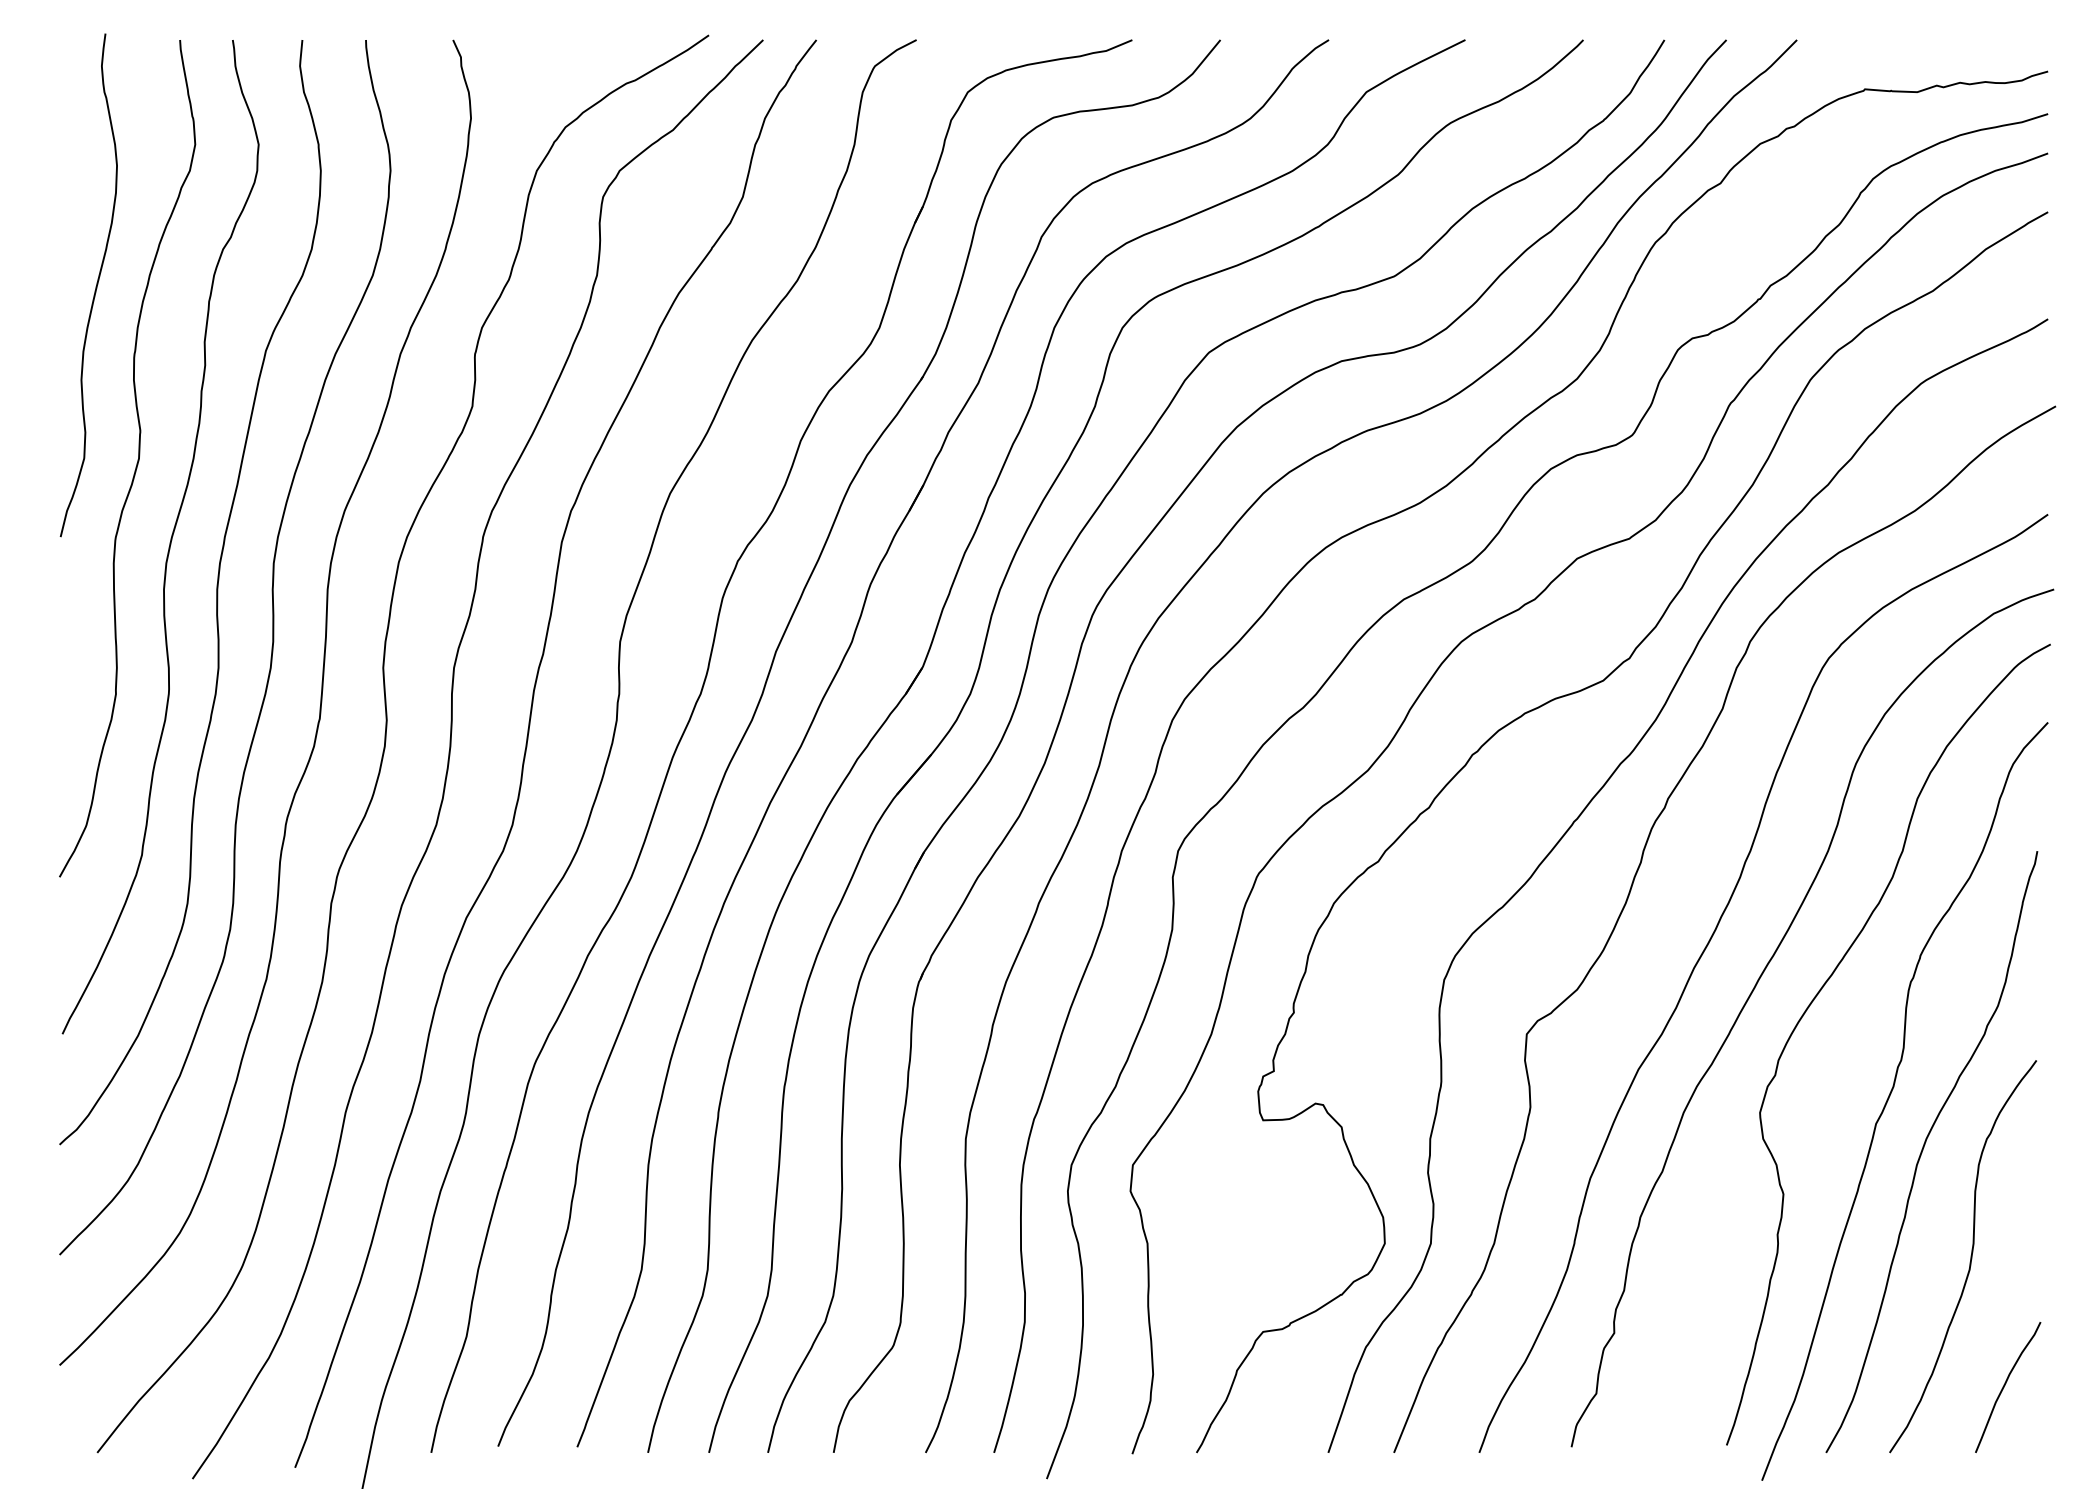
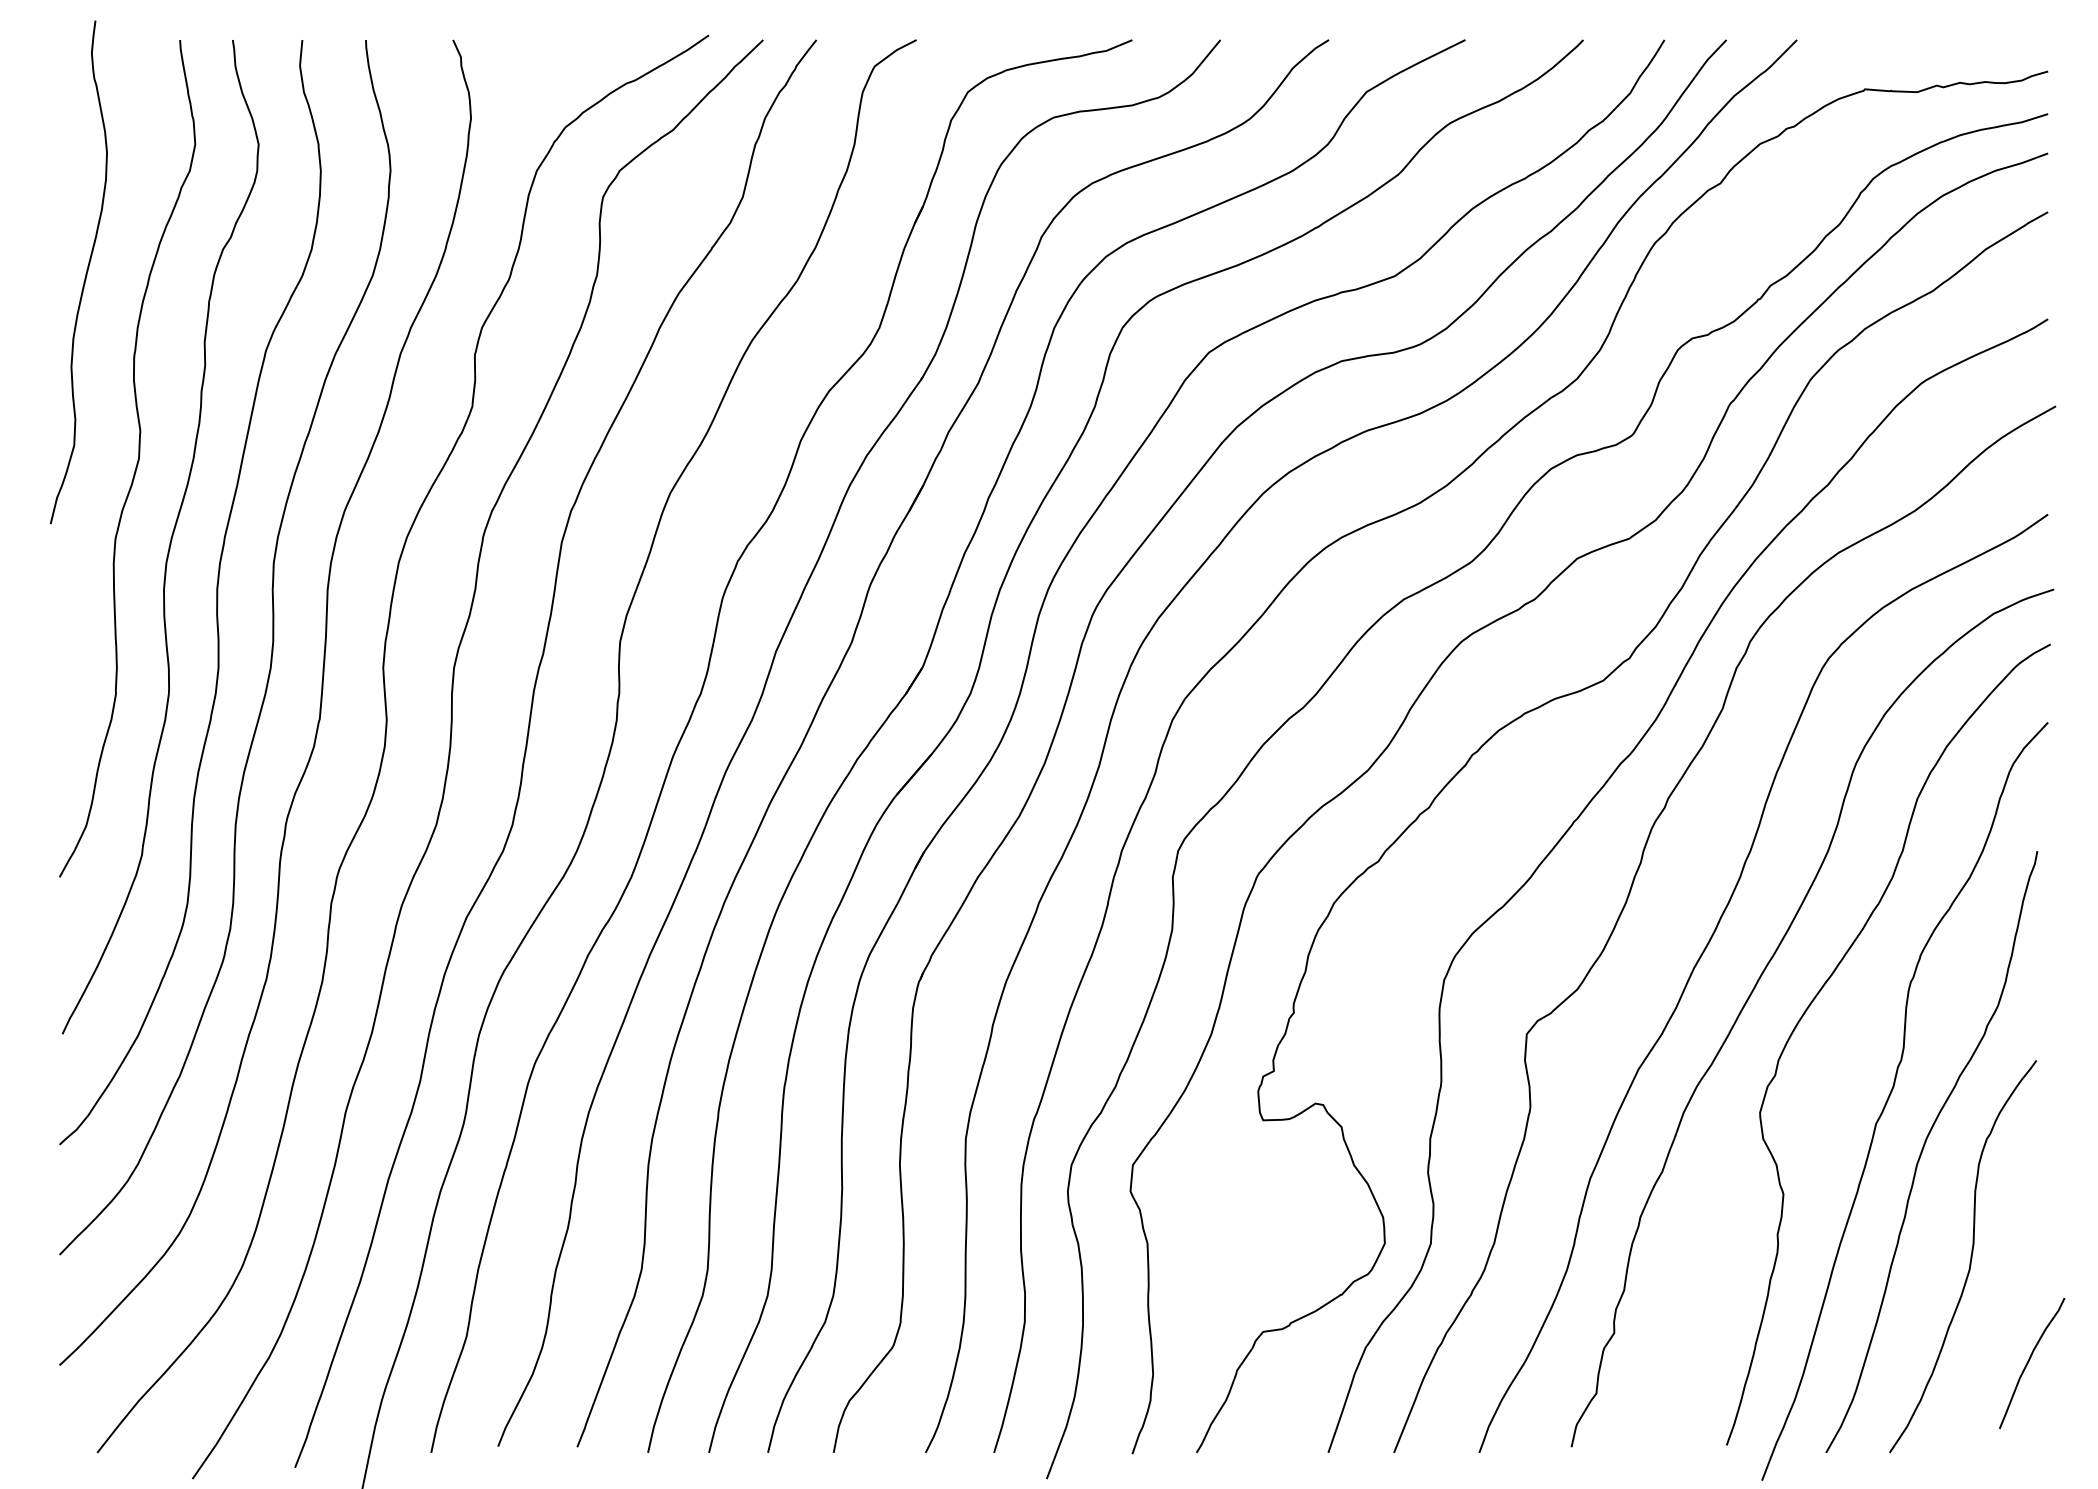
curve at (95, 286) position: (95, 286) -> (85, 273)
curve at (2005, 1385) position: (2005, 1385) -> (2029, 1361)
